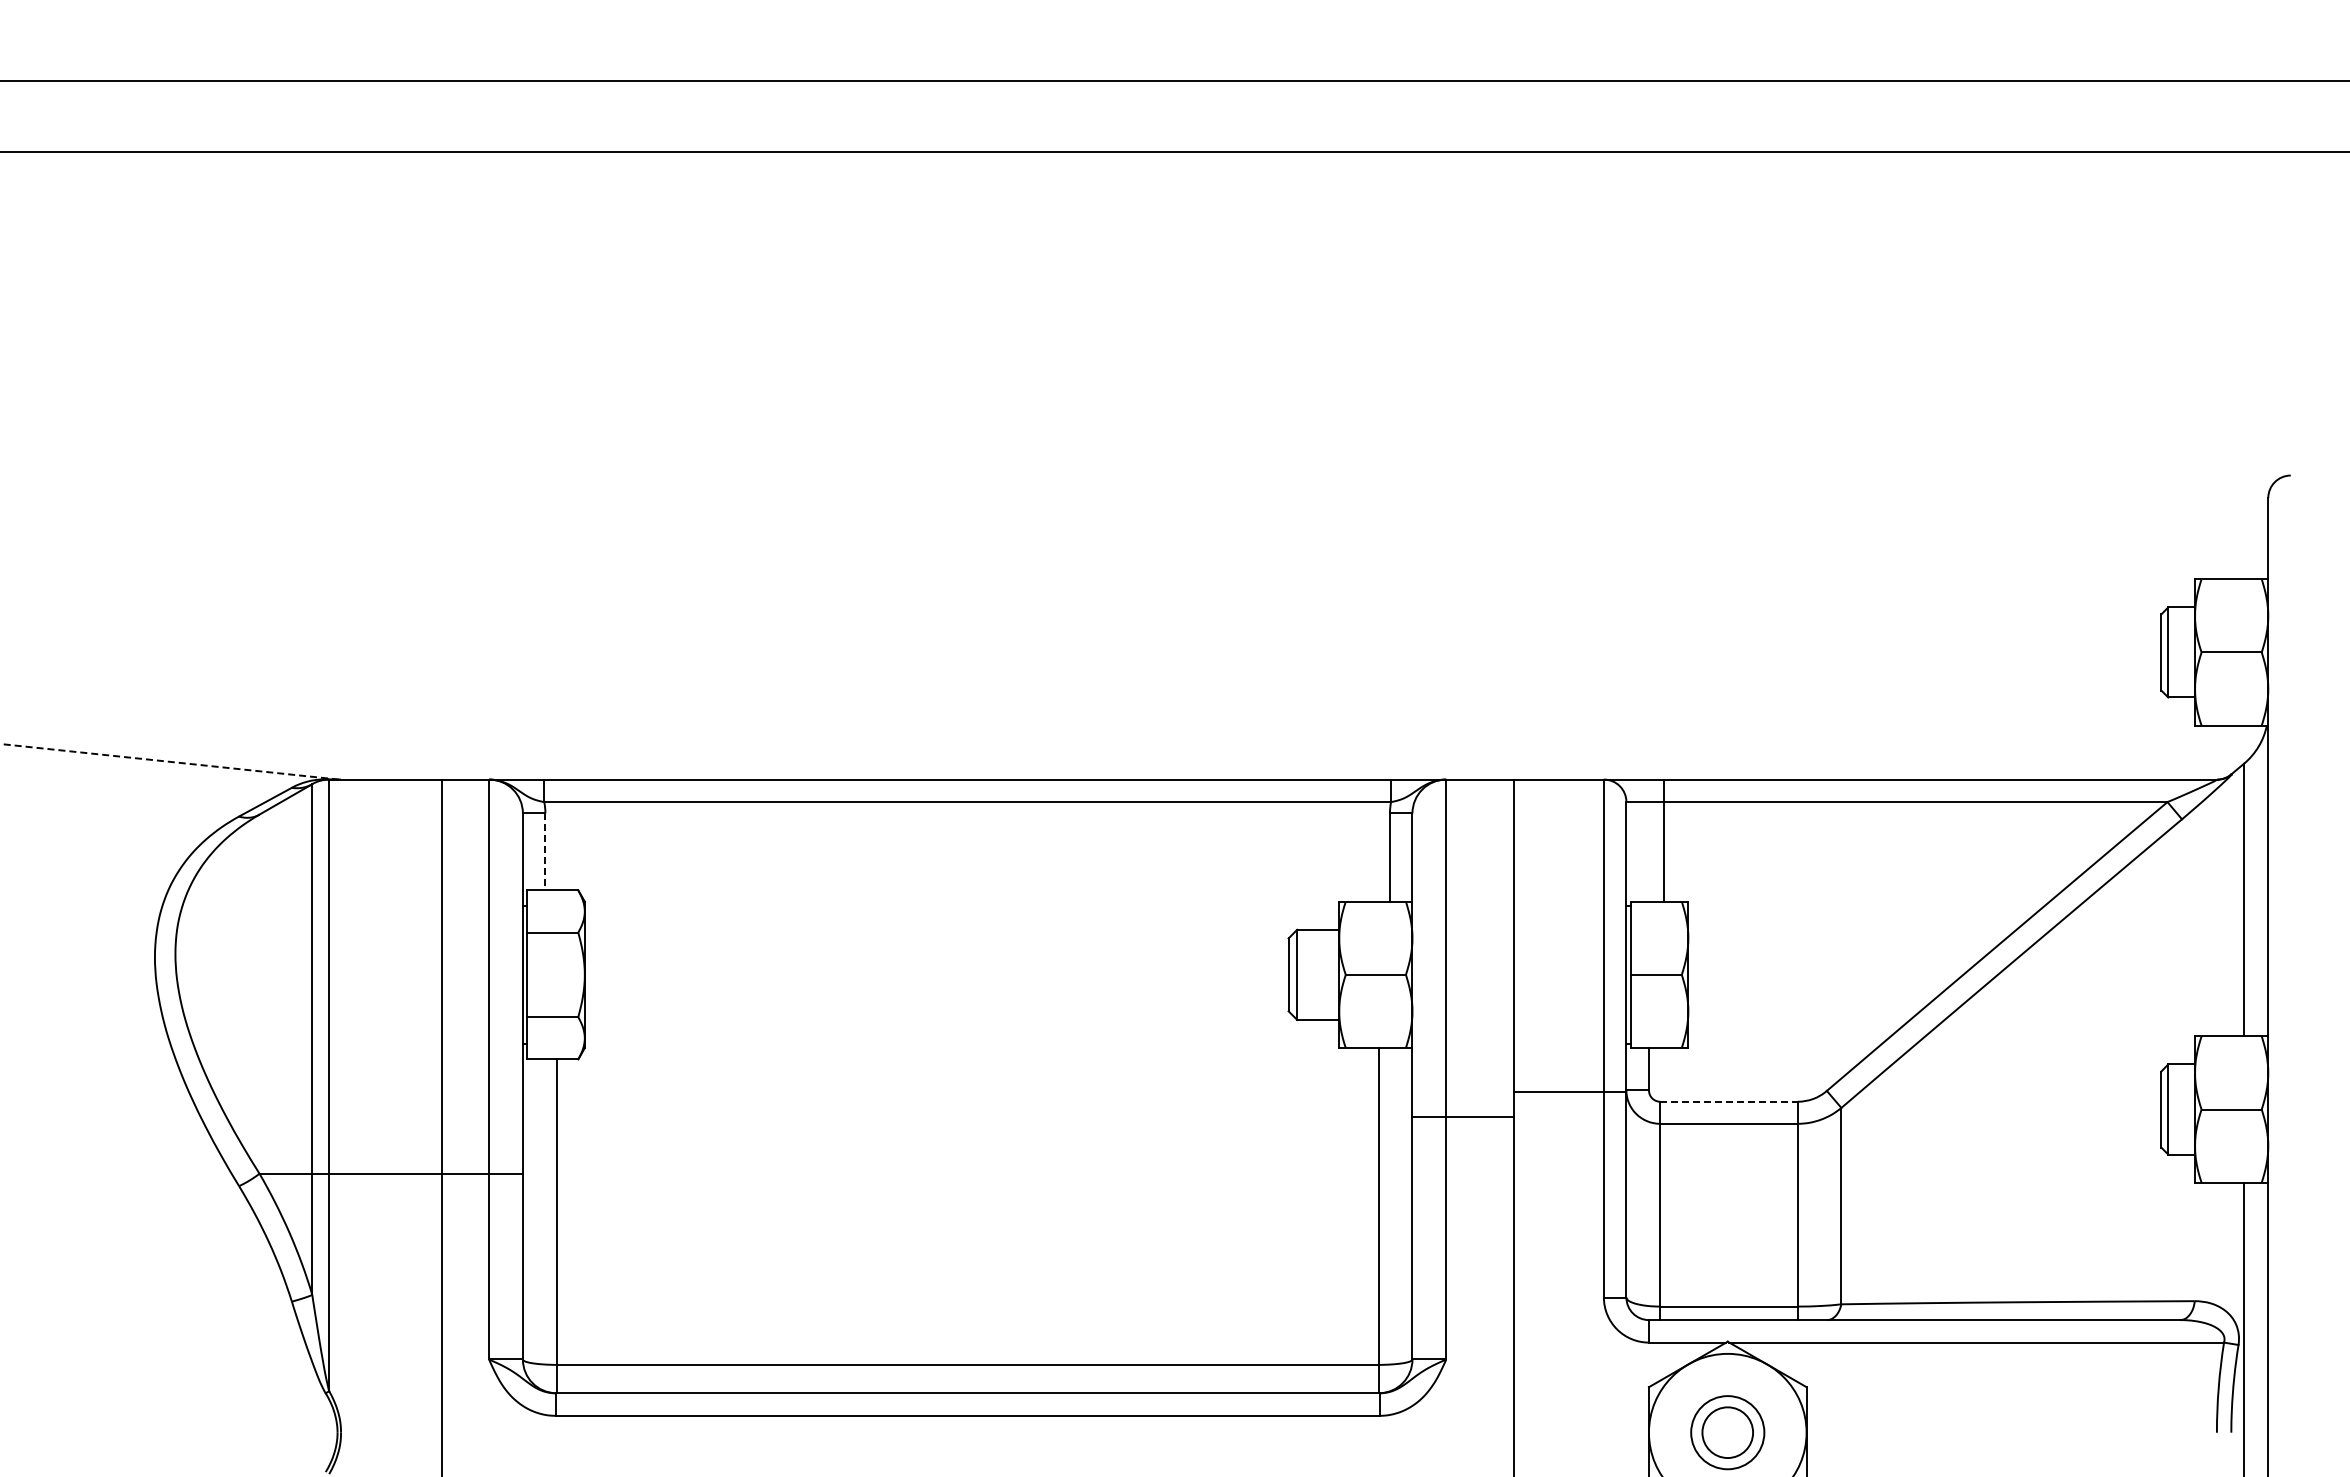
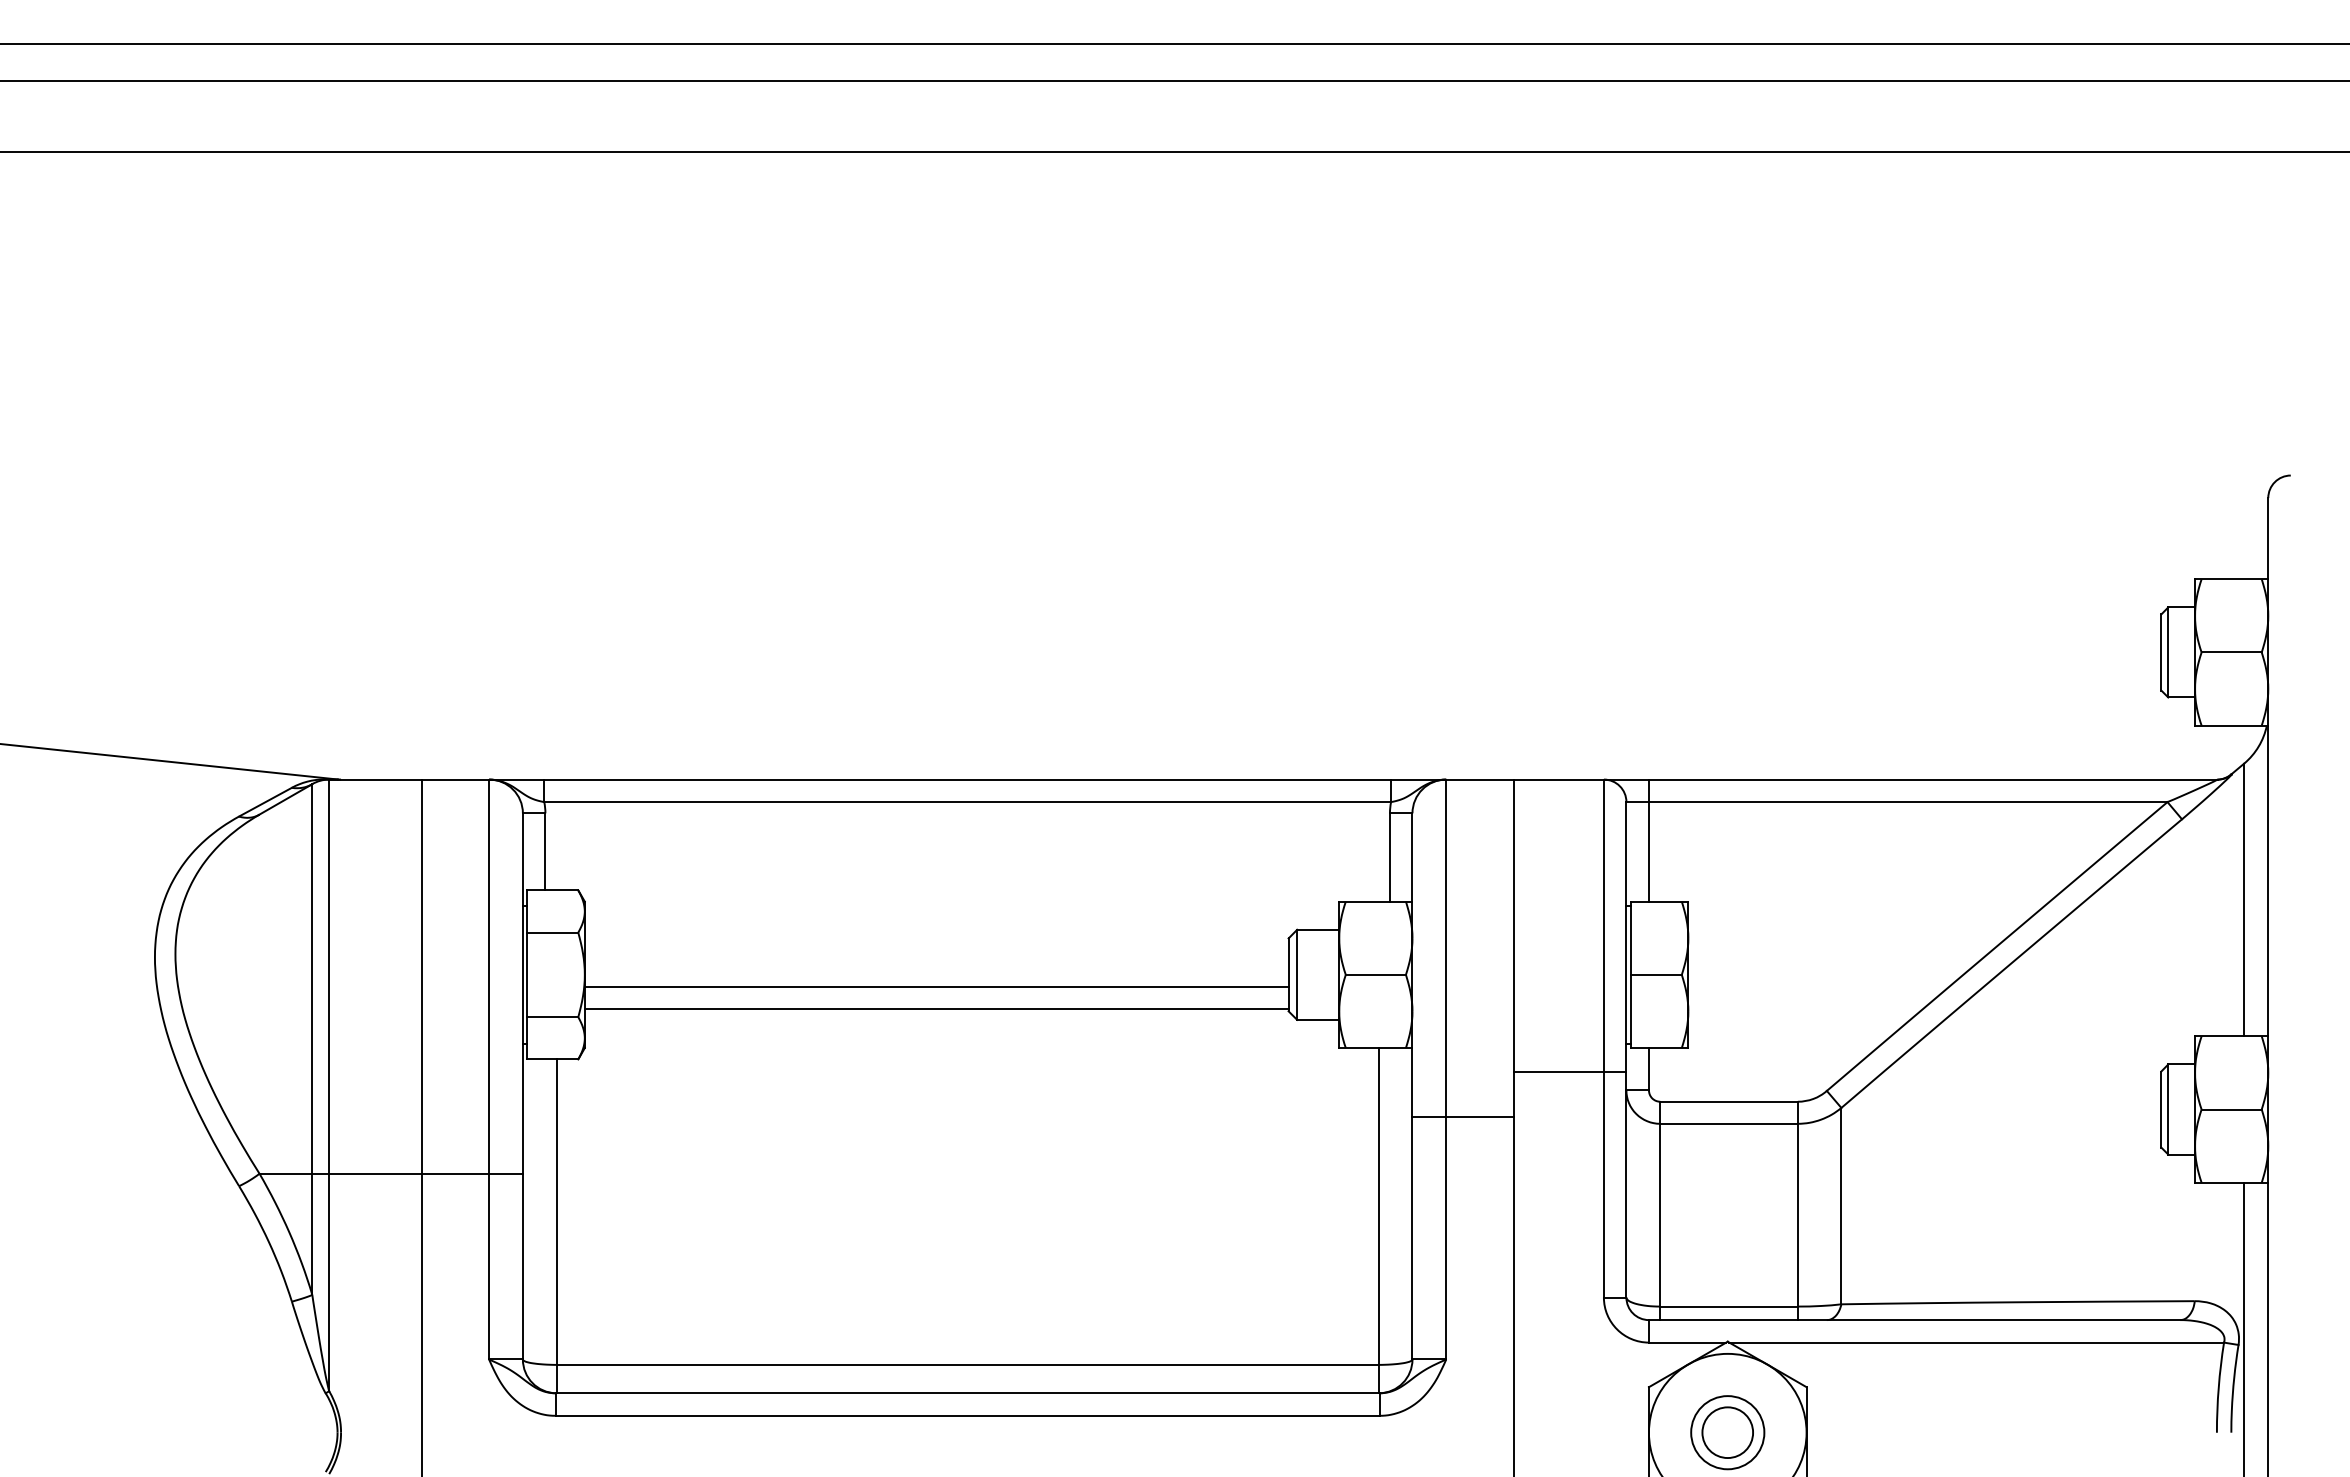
line at (1174, 44): none -> present
line at (169, 761): dashed -> solid
line at (1663, 840) position: (1663, 840) -> (1648, 840)
line at (545, 851): dashed -> solid
line at (936, 986): none -> present
line at (936, 1008): none -> present
line at (1569, 1092) position: (1569, 1092) -> (1569, 1072)
line at (1729, 1101): dashed -> solid
line at (441, 1126) position: (441, 1126) -> (421, 1126)
